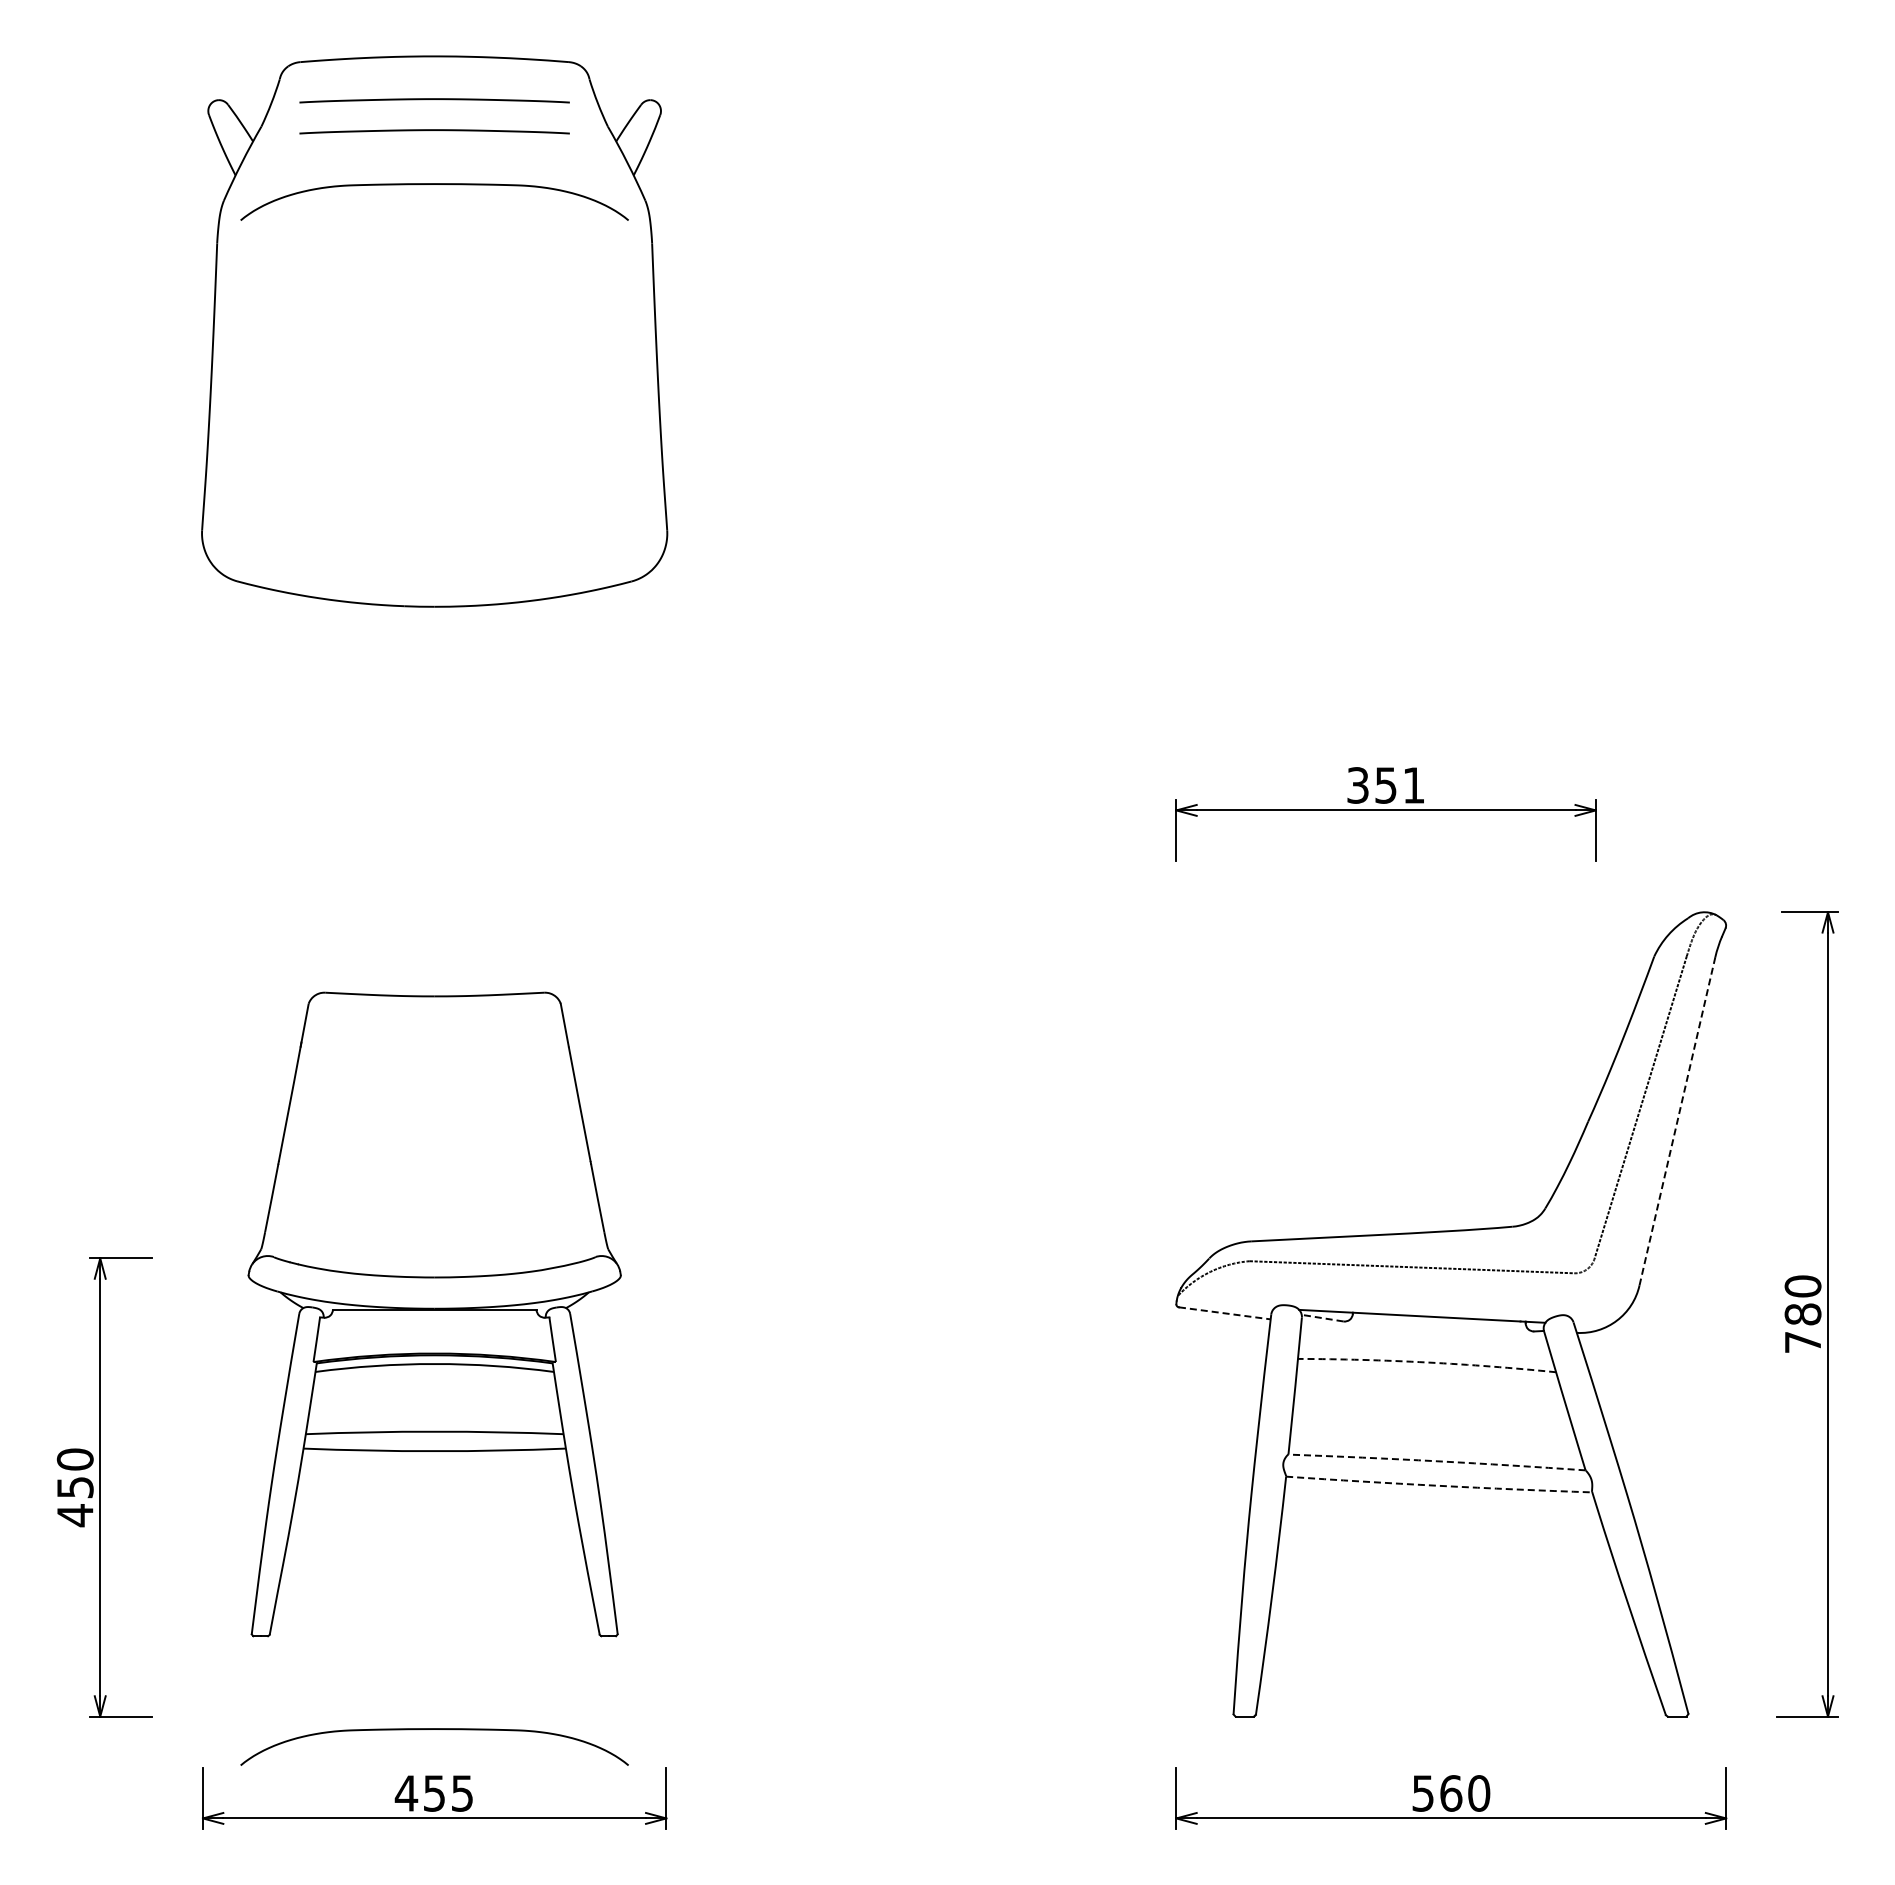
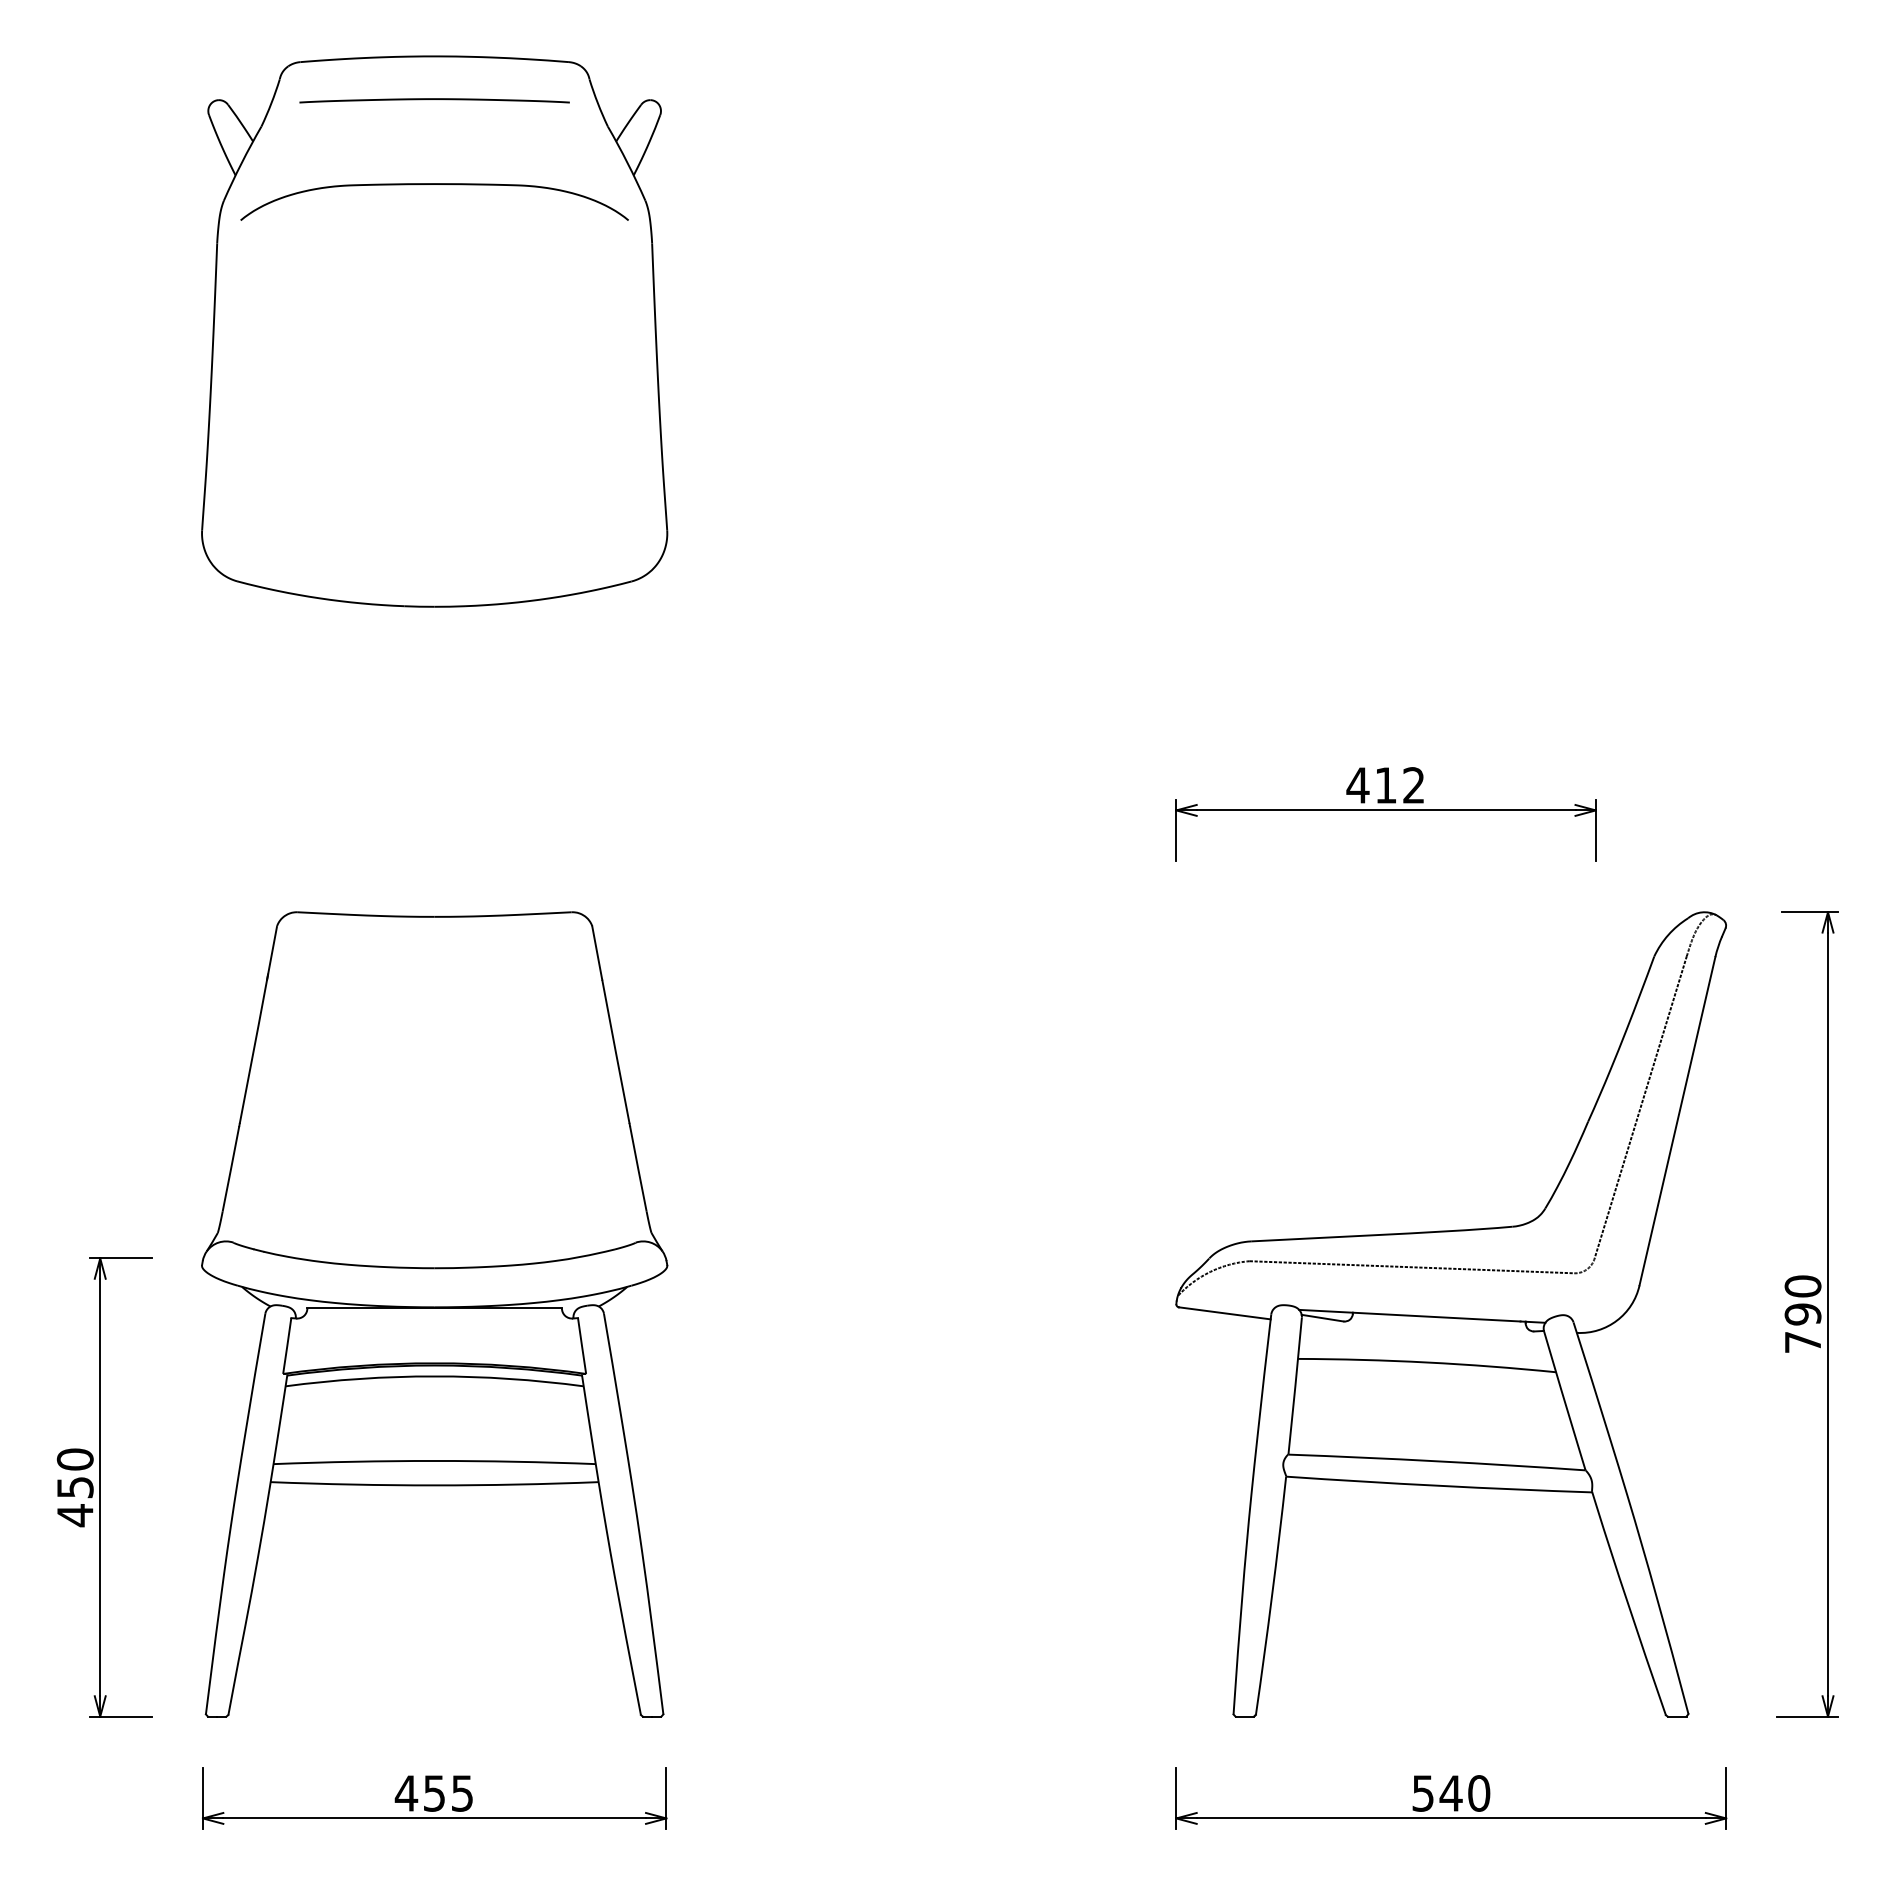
curve at (434, 130): present -> none
text at (1384, 785): 351 -> 412
line at (1677, 1121): dashed -> solid
line at (1225, 1313): dashed -> solid
part at (434, 1314) size: 375x647 px -> 468x807 px
text at (1802, 1314): 780 -> 790
line at (1322, 1318): dashed -> solid
arc at (1427, 1362): dashed -> solid
arc at (1437, 1461): dashed -> solid
arc at (1439, 1485): dashed -> solid
curve at (434, 1729): present -> none
text at (1450, 1793): 560 -> 540
